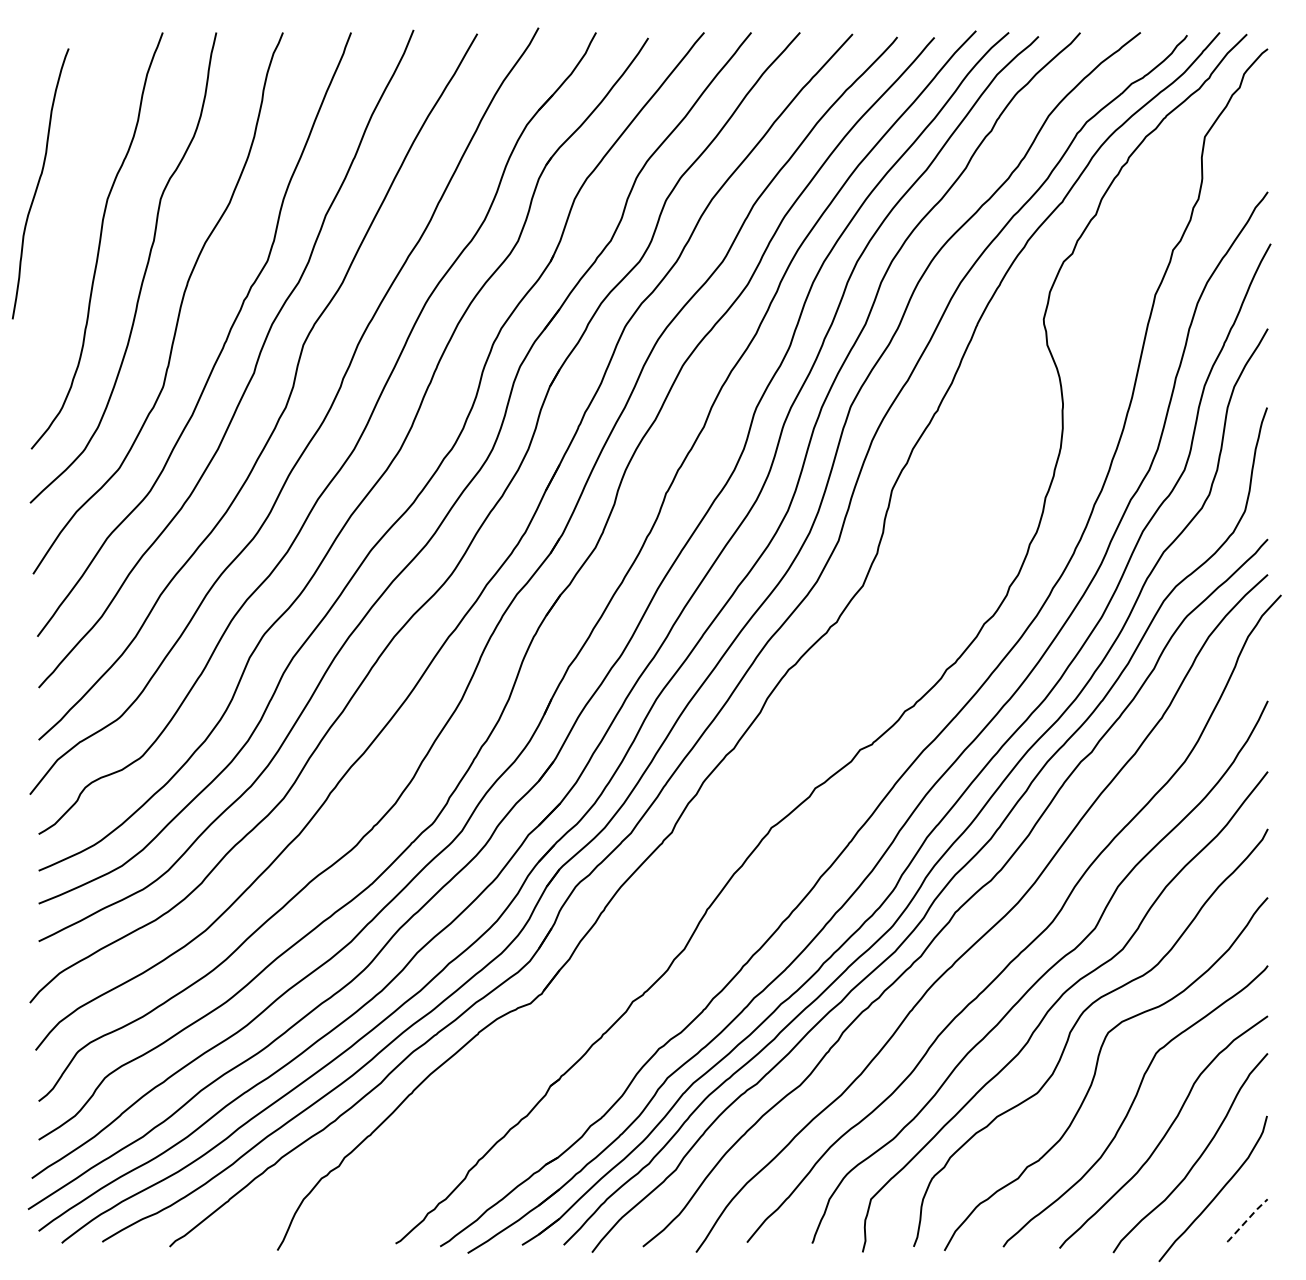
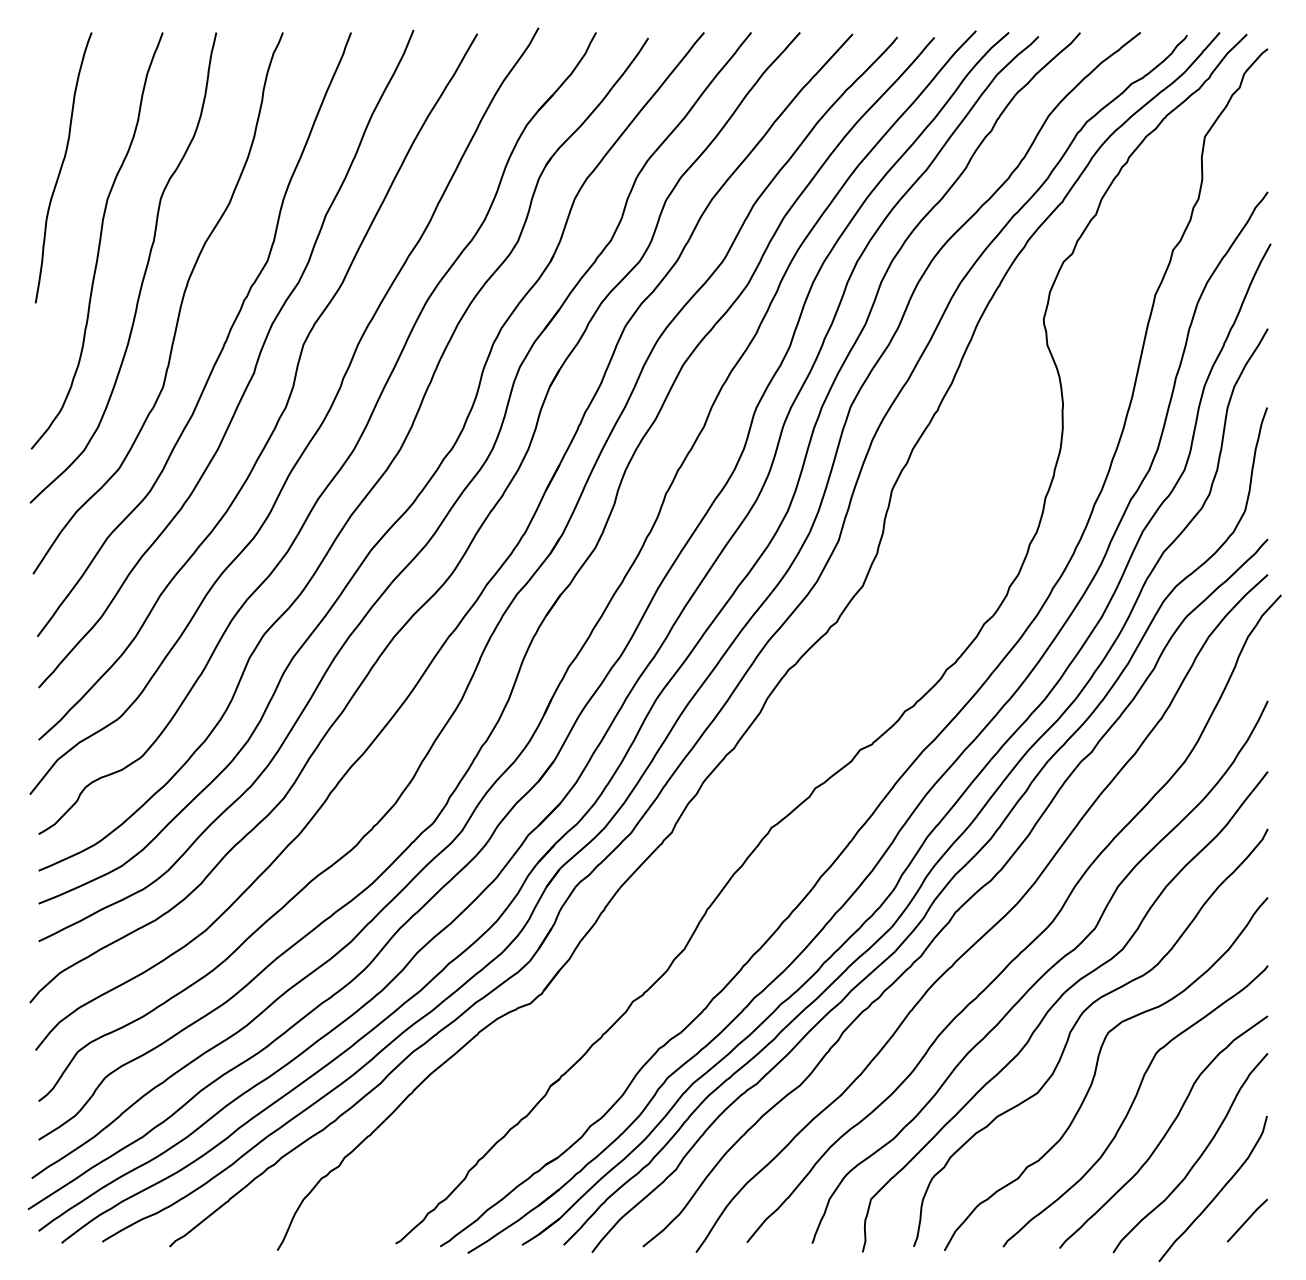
curve at (39, 183) position: (39, 183) -> (62, 167)
line at (1247, 1220): dashed -> solid
